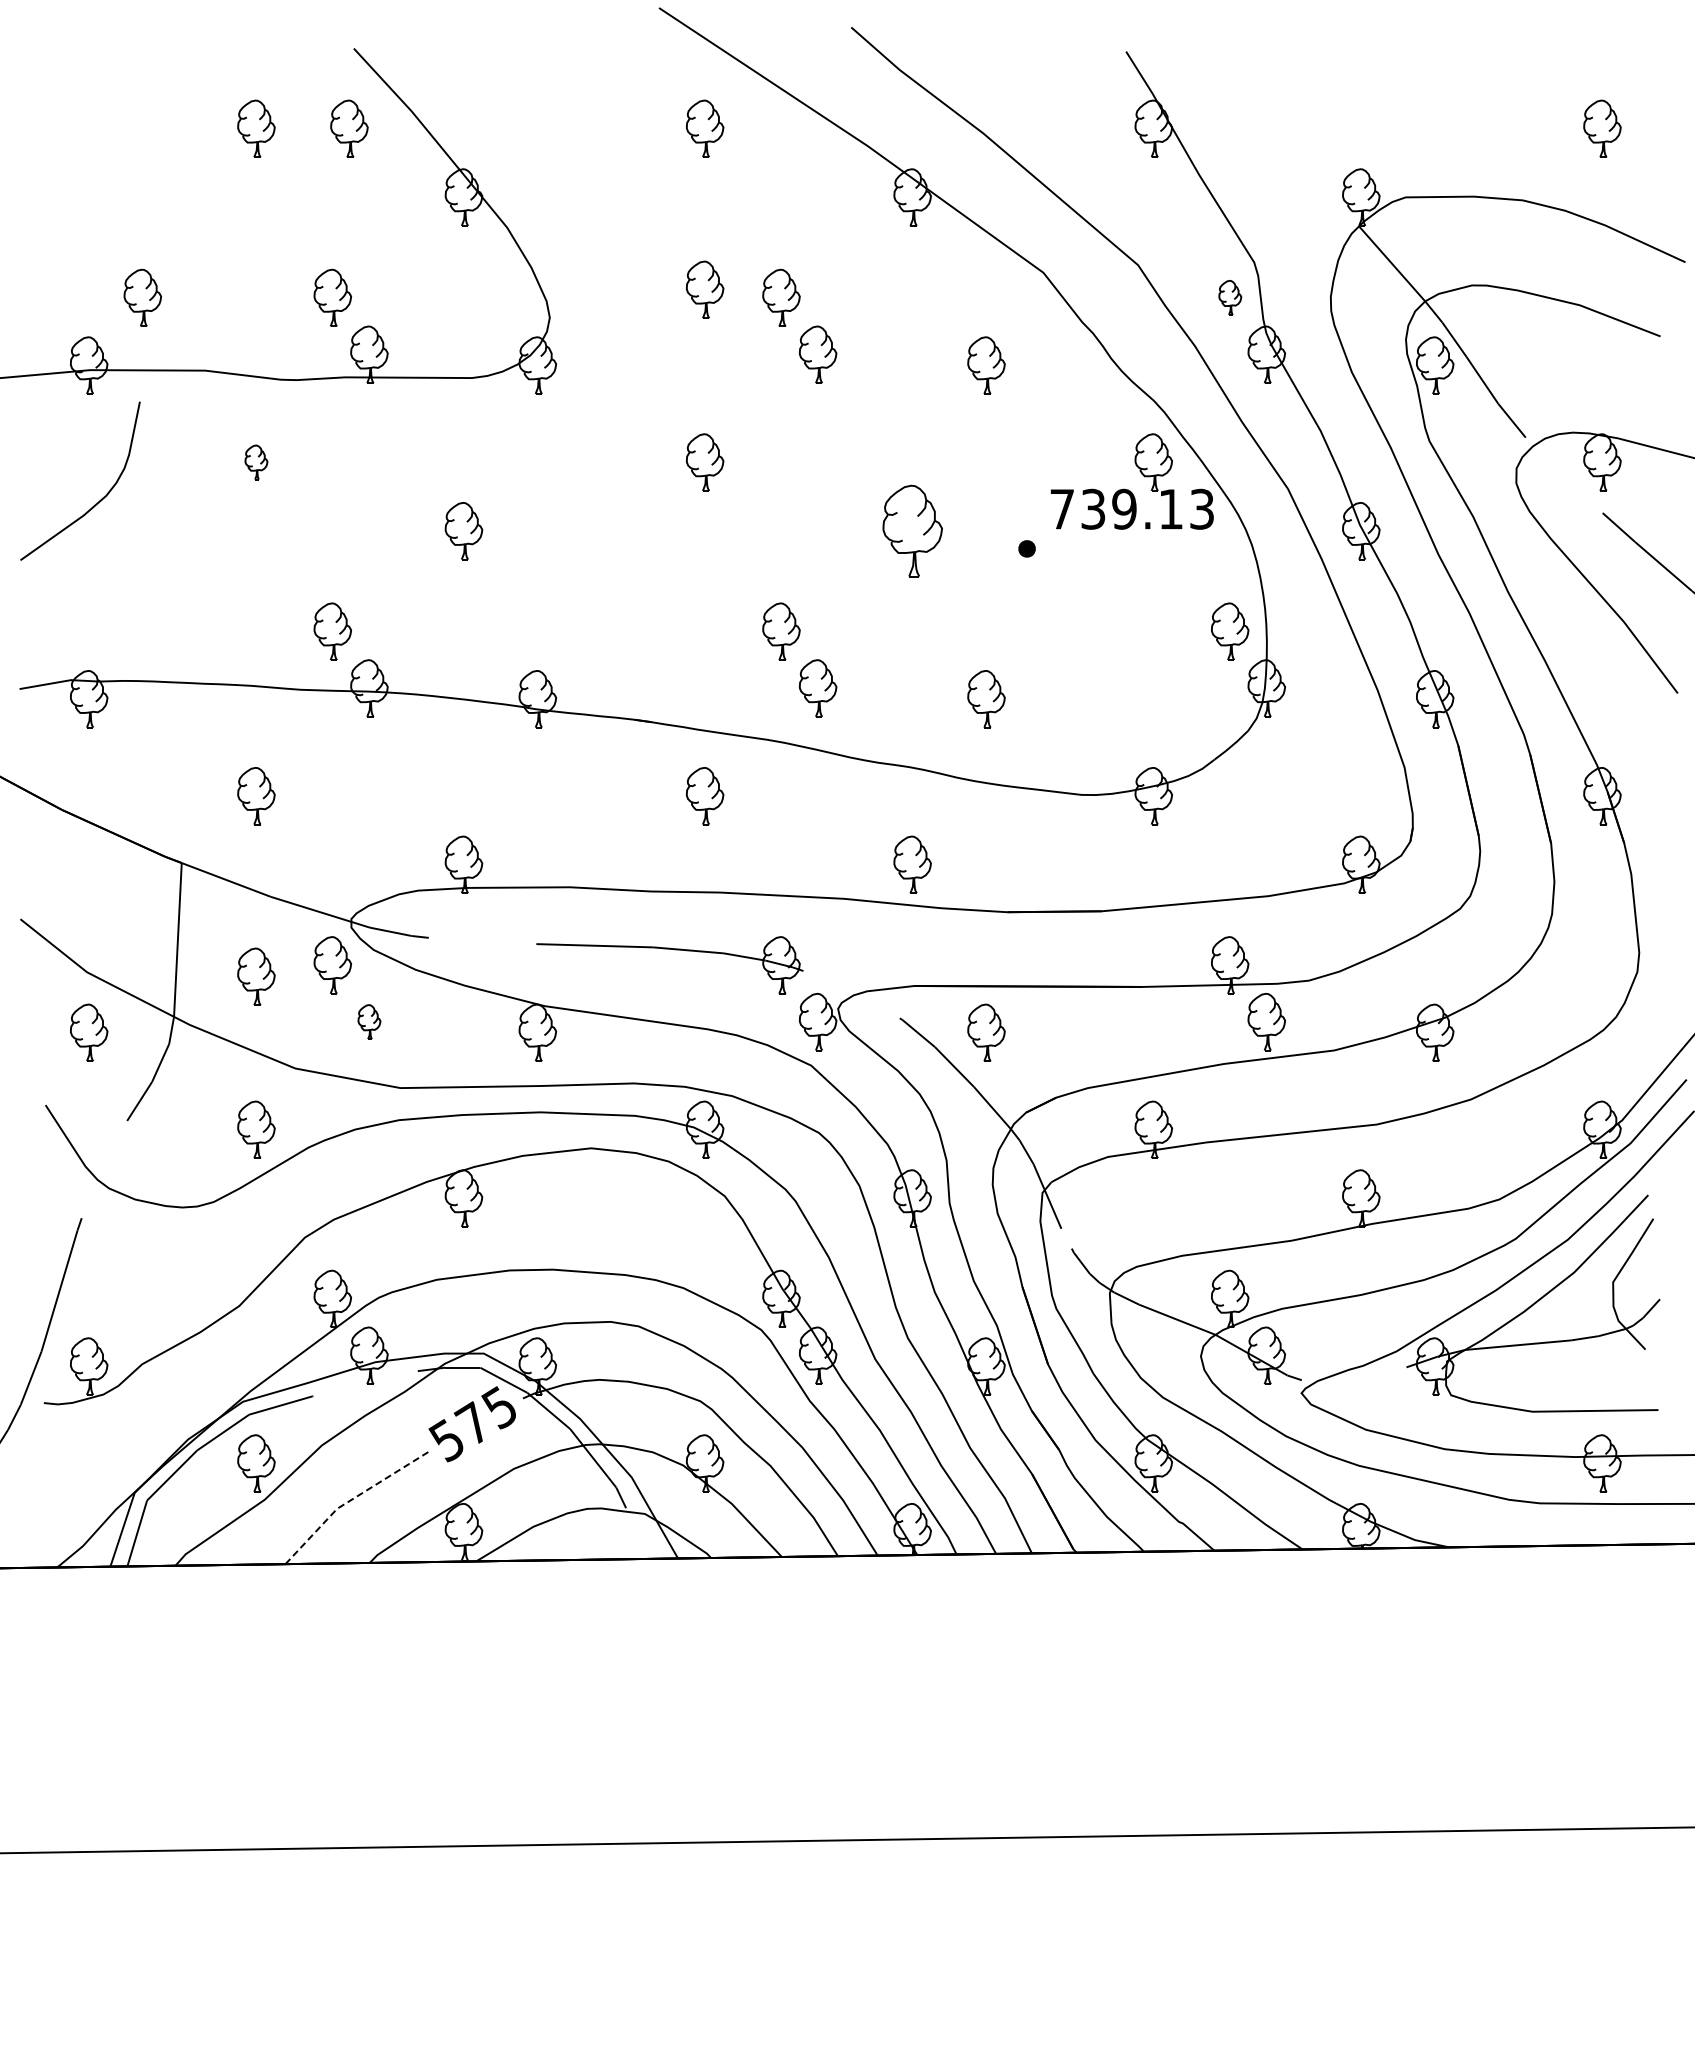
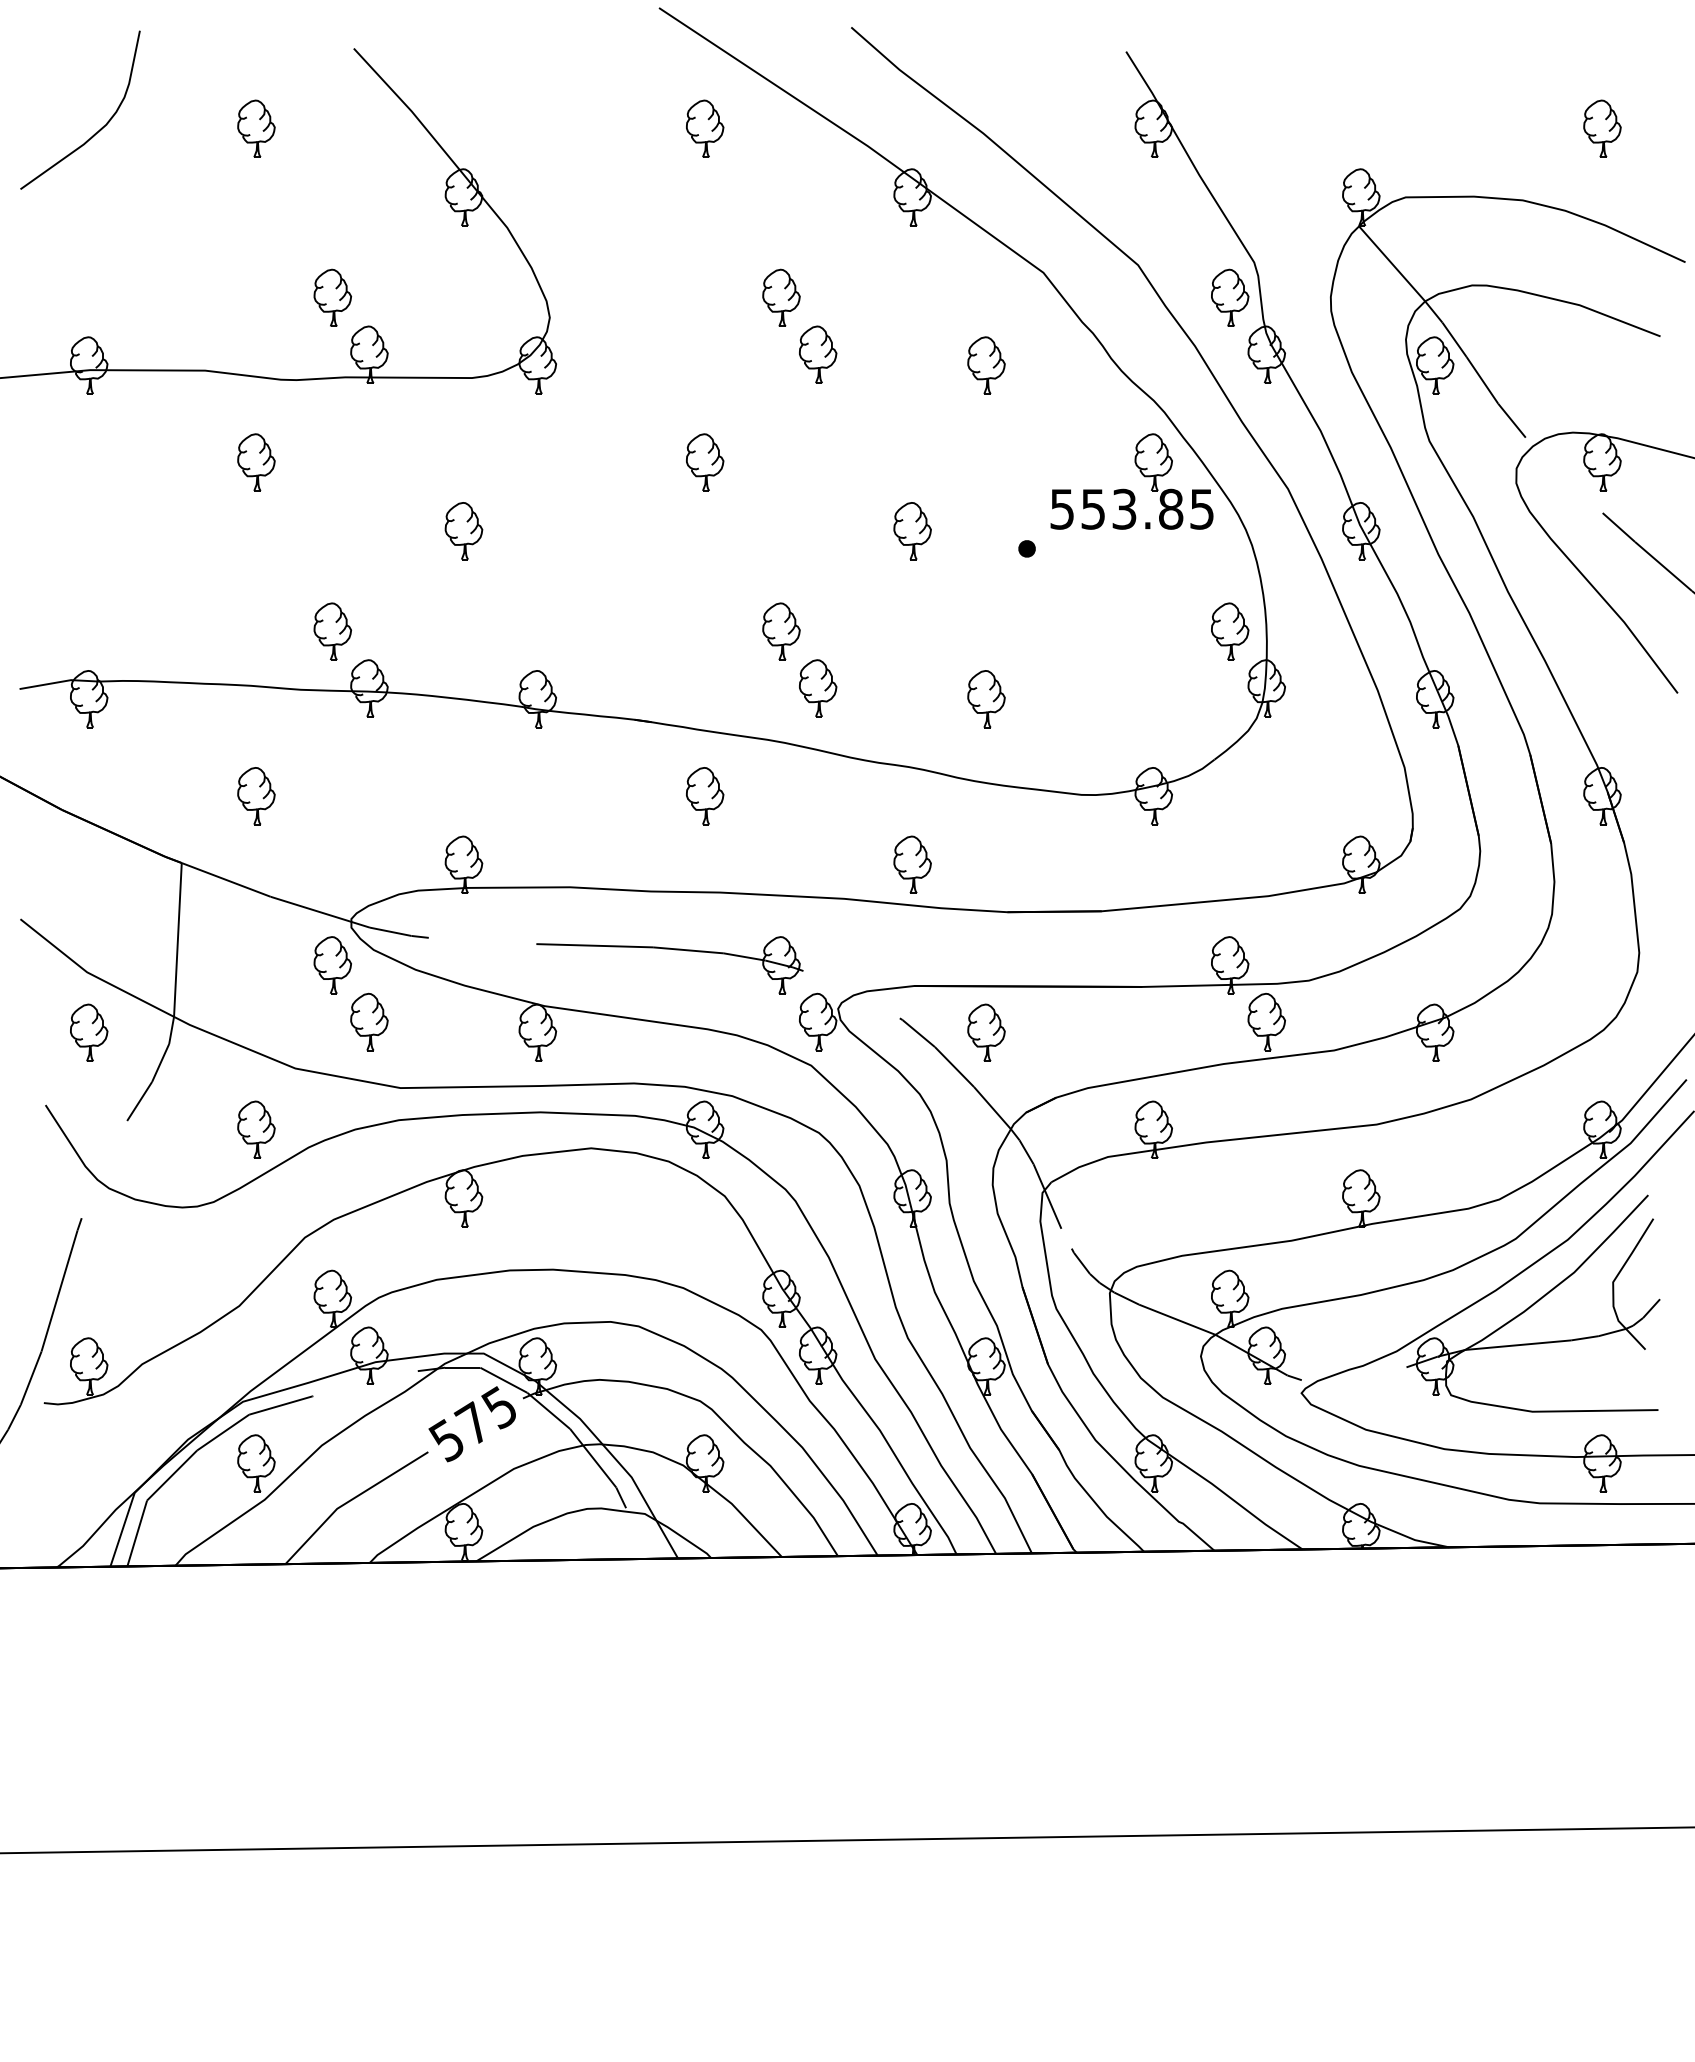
part at (349, 128): present -> none
part at (705, 289): present -> none
part at (142, 297): present -> none
part at (1230, 297) size: 25x36 px -> 39x59 px
part at (256, 462) size: 25x37 px -> 39x59 px
curve at (100, 499) position: (100, 499) -> (100, 128)
text at (1131, 508): 739.13 -> 553.85
part at (912, 530) size: 61x94 px -> 39x59 px
part at (256, 976): present -> none
part at (369, 1021) size: 25x36 px -> 39x60 px
line at (349, 1500): dashed -> solid
